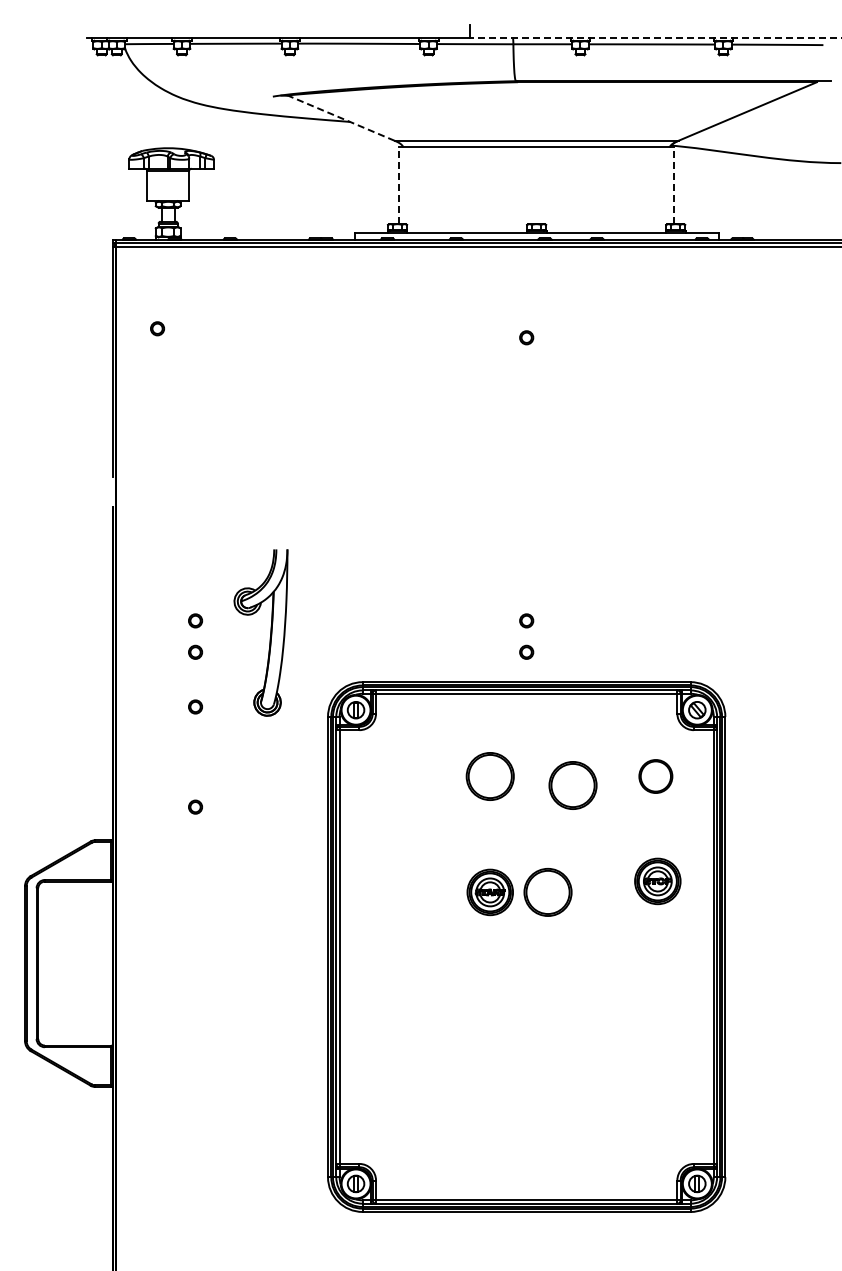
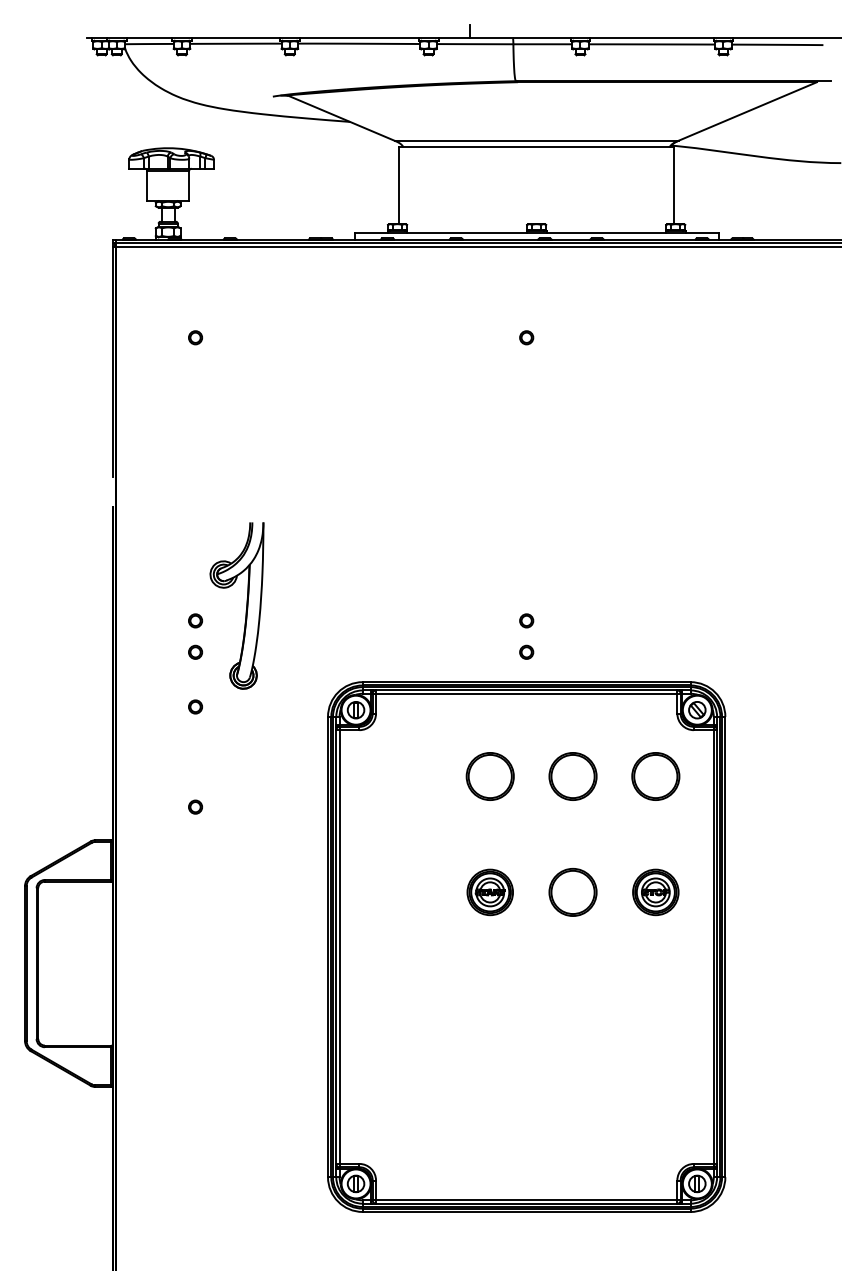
line at (656, 38): dashed -> solid
line at (341, 118): dashed -> solid
line at (399, 185): dashed -> solid
line at (674, 185): dashed -> solid
circle at (157, 328) position: (157, 328) -> (195, 337)
part at (270, 632) position: (270, 632) -> (246, 605)
part at (655, 776) size: 36x35 px -> 50x49 px
part at (572, 785) position: (572, 785) -> (572, 776)
part at (657, 881) position: (657, 881) -> (655, 892)
part at (547, 892) position: (547, 892) -> (572, 892)
